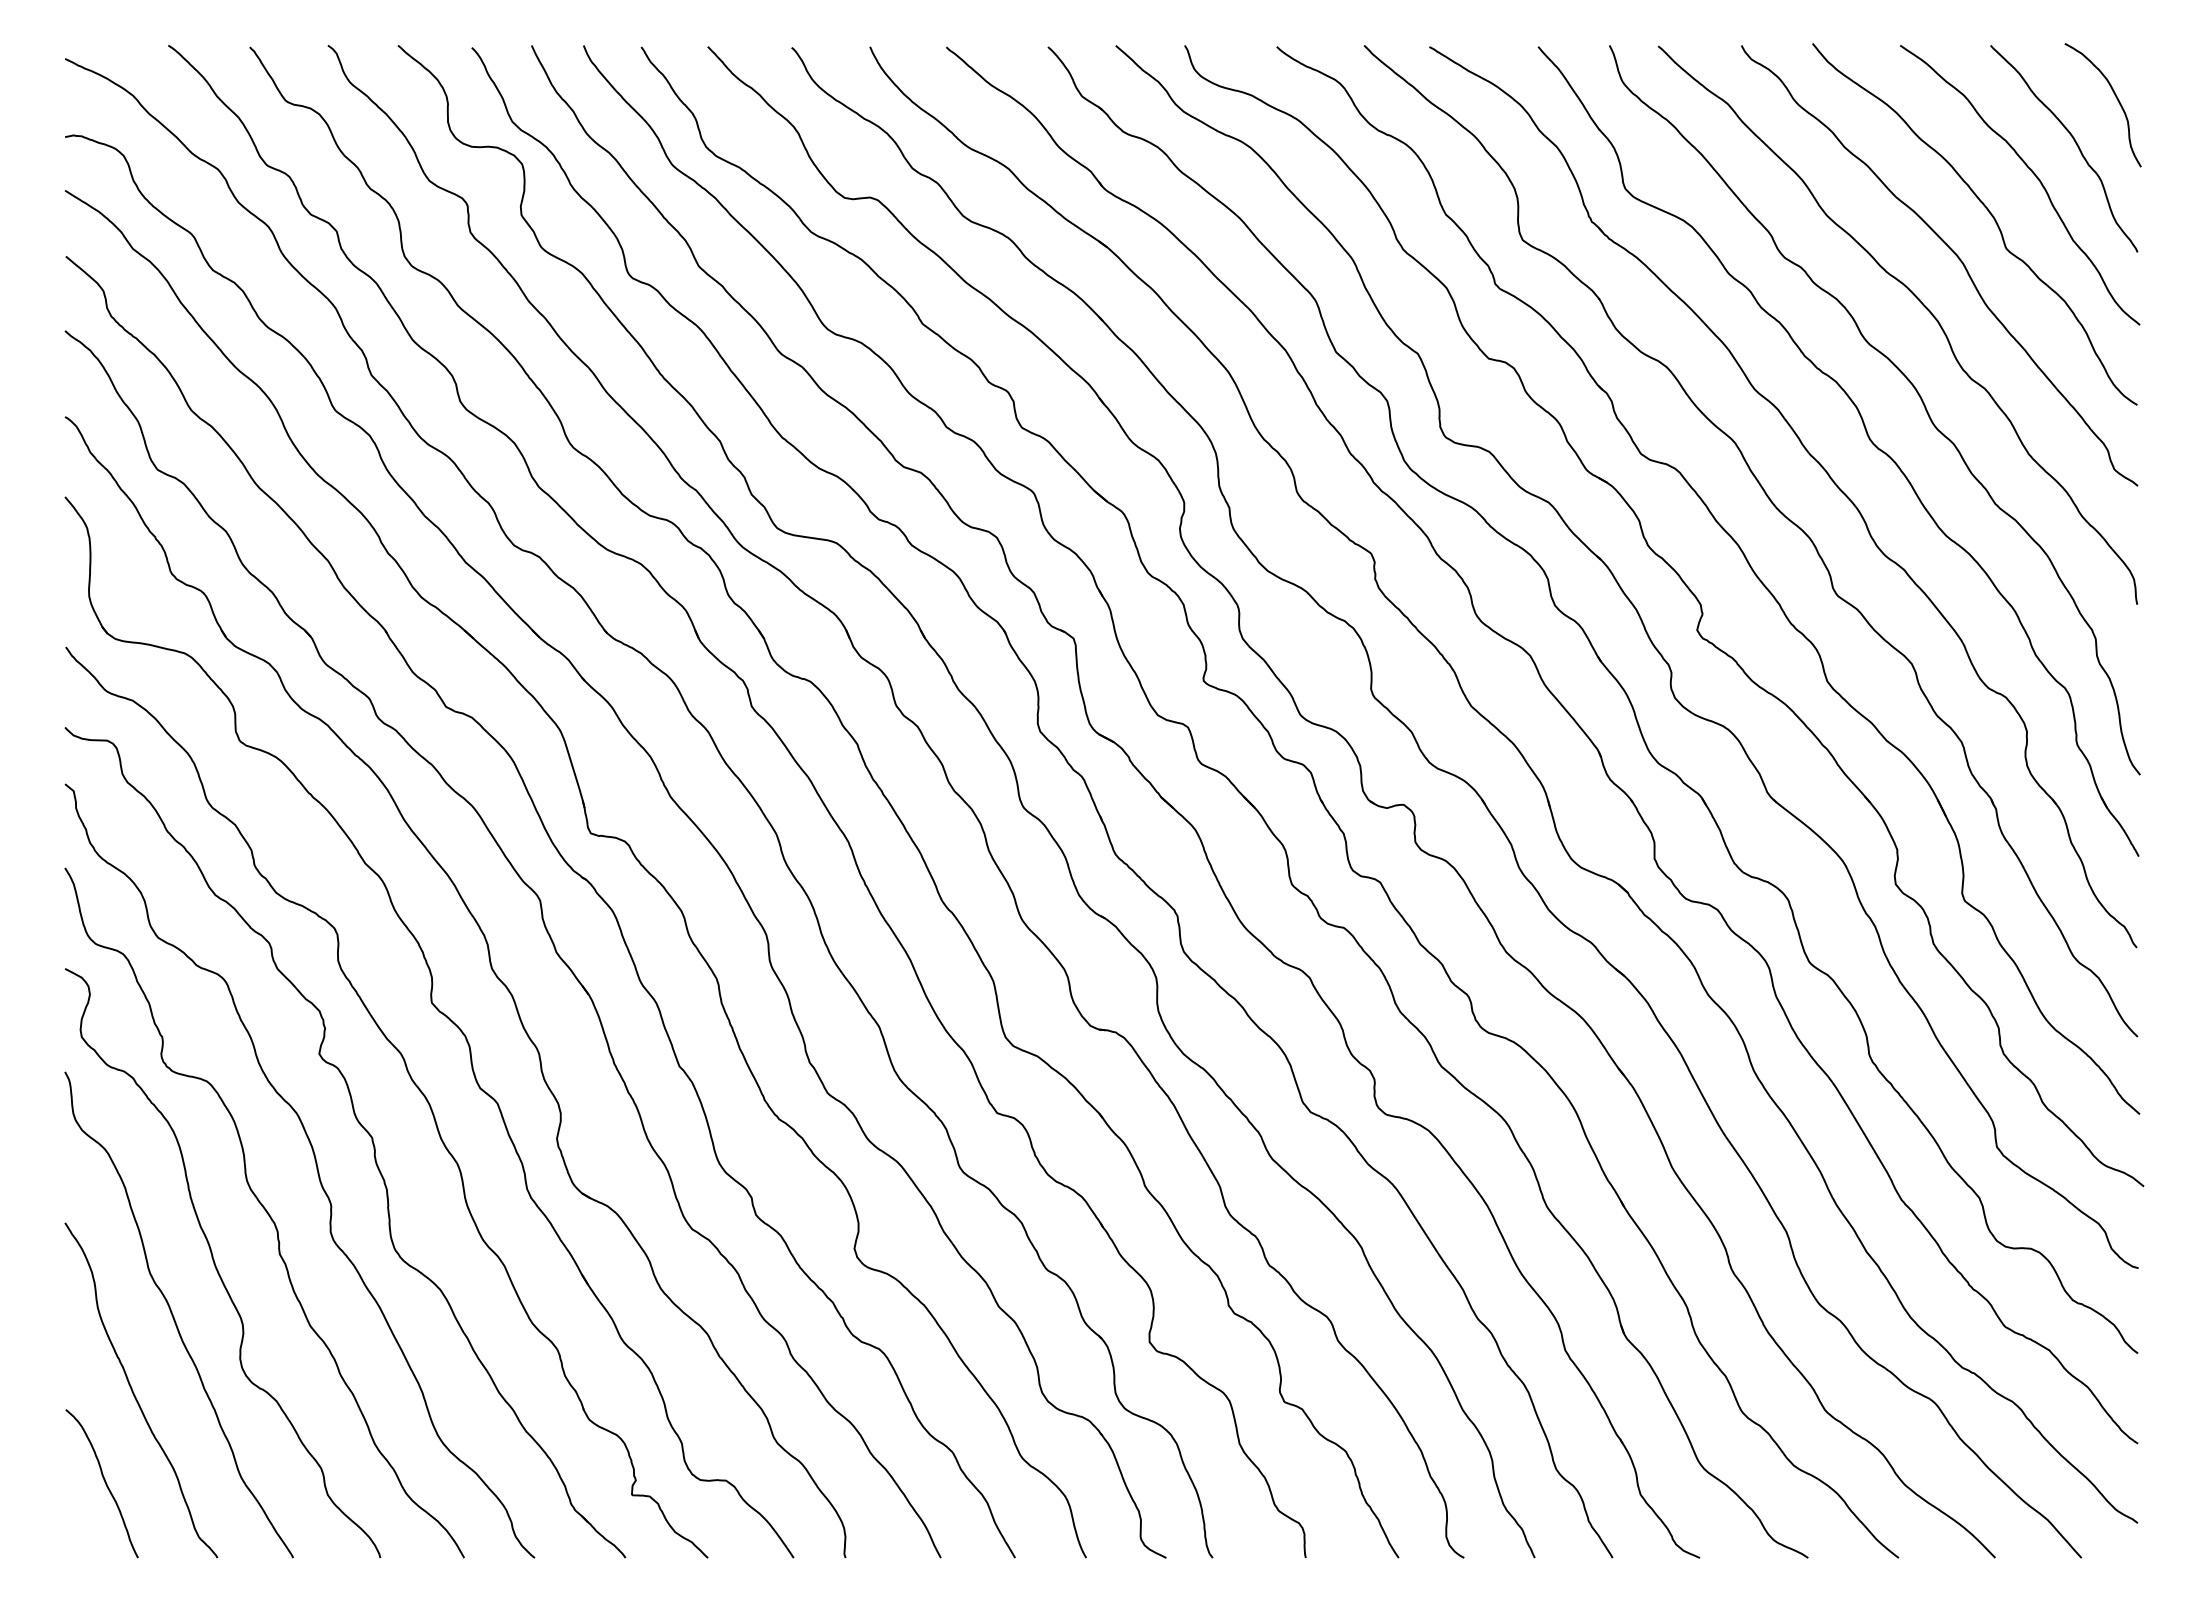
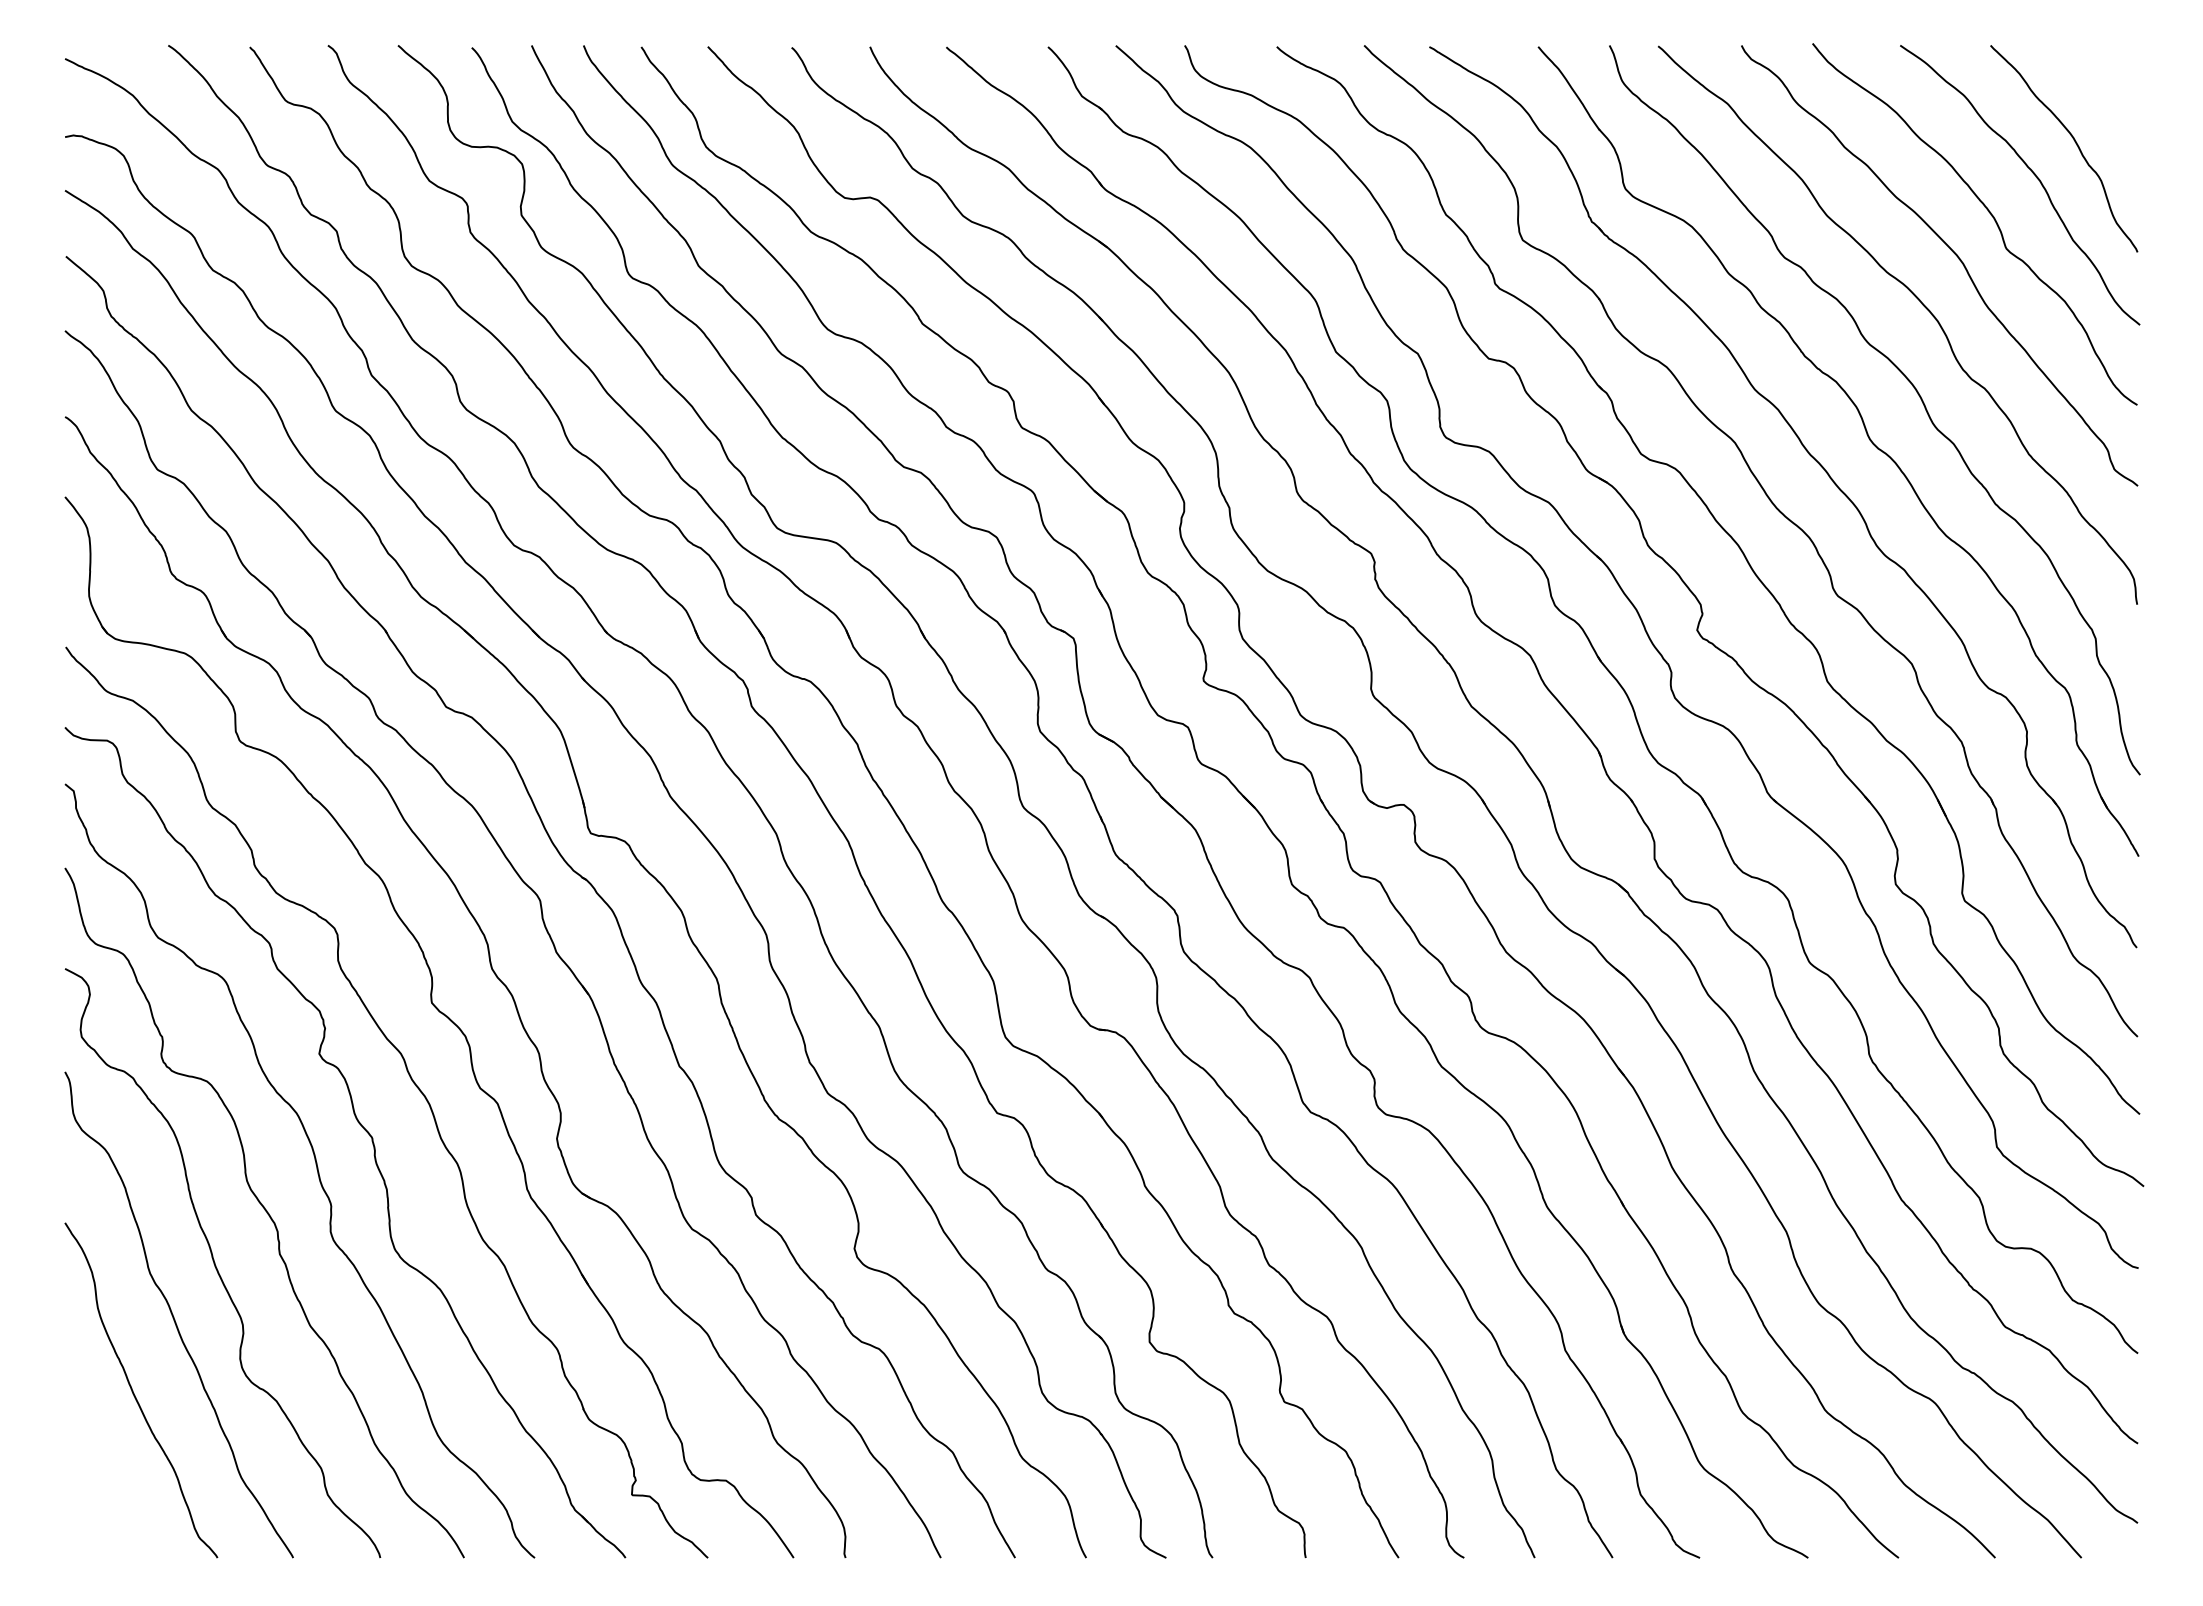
curve at (2116, 99): present -> none
curve at (104, 1482): present -> none
